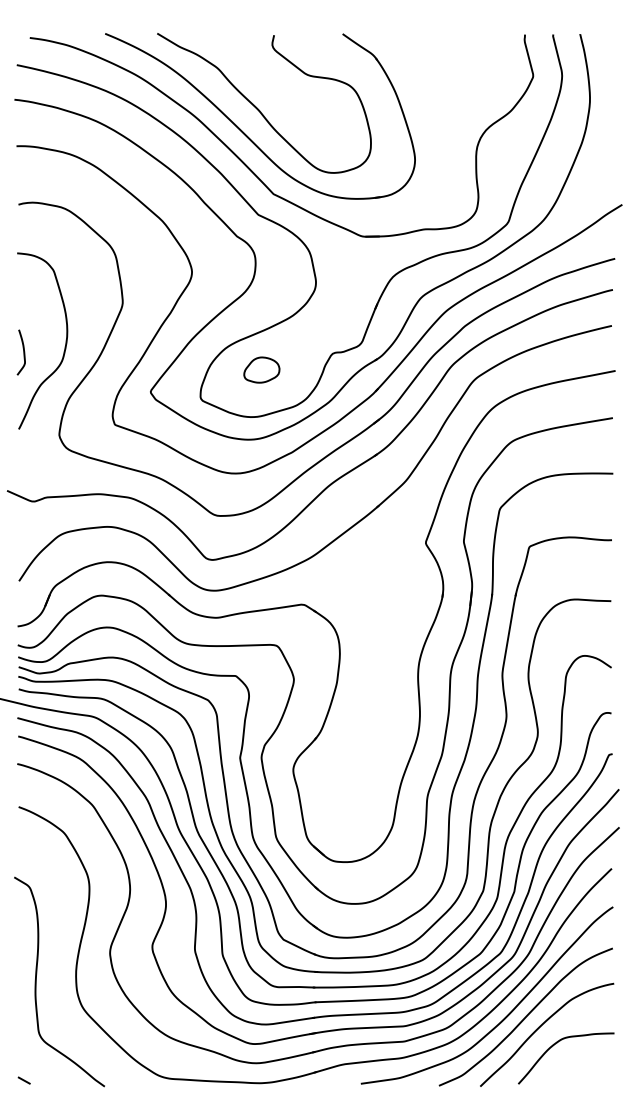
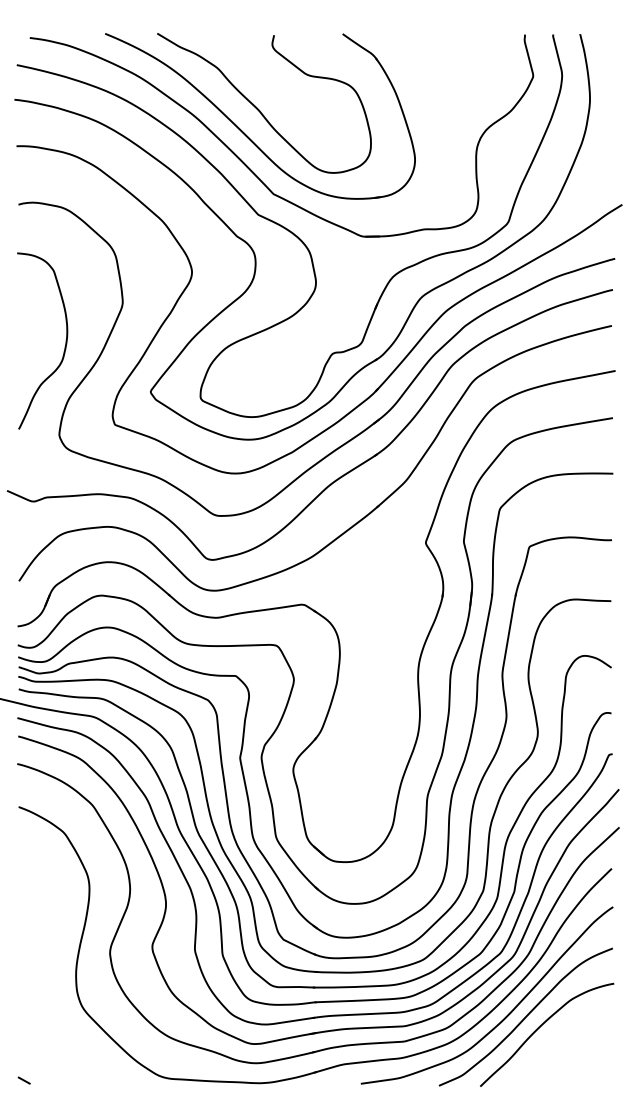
curve at (23, 352): present -> none
part at (261, 369): present -> none
curve at (36, 981): present -> none
curve at (557, 1043): present -> none
